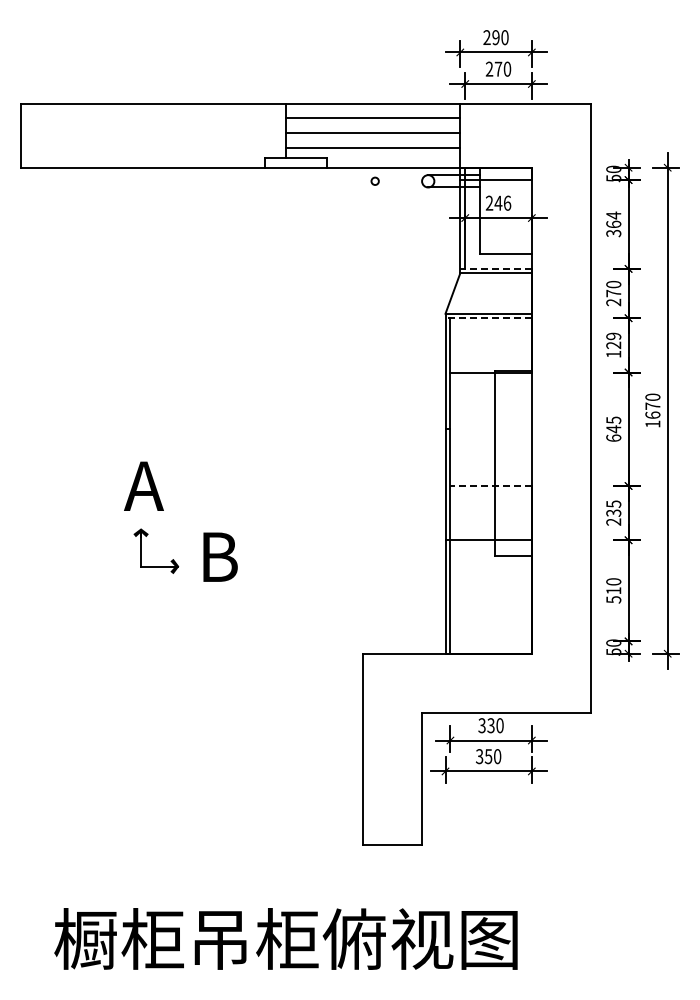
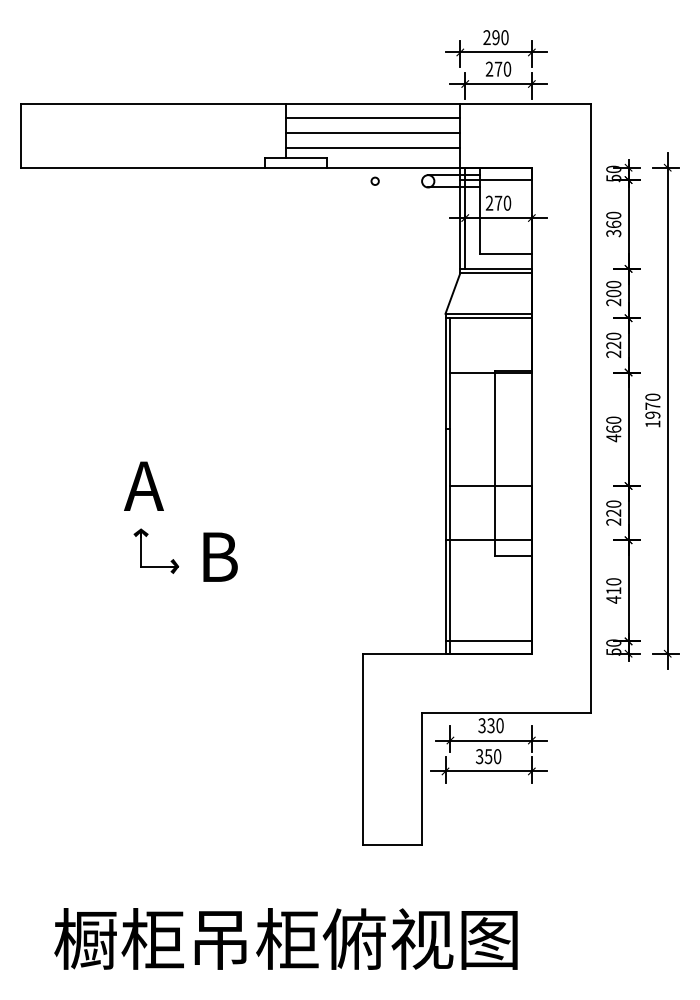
text at (502, 202): 246 -> 270
text at (613, 215): 364 -> 360
line at (496, 268): dashed -> solid
text at (613, 293): 270 -> 200
line at (488, 318): dashed -> solid
text at (613, 345): 129 -> 220
text at (652, 414): 1670 -> 1970
text at (613, 429): 645 -> 460
line at (491, 485): dashed -> solid
text at (613, 508): 235 -> 220
text at (613, 599): 510 -> 410
line at (488, 641): none -> present
